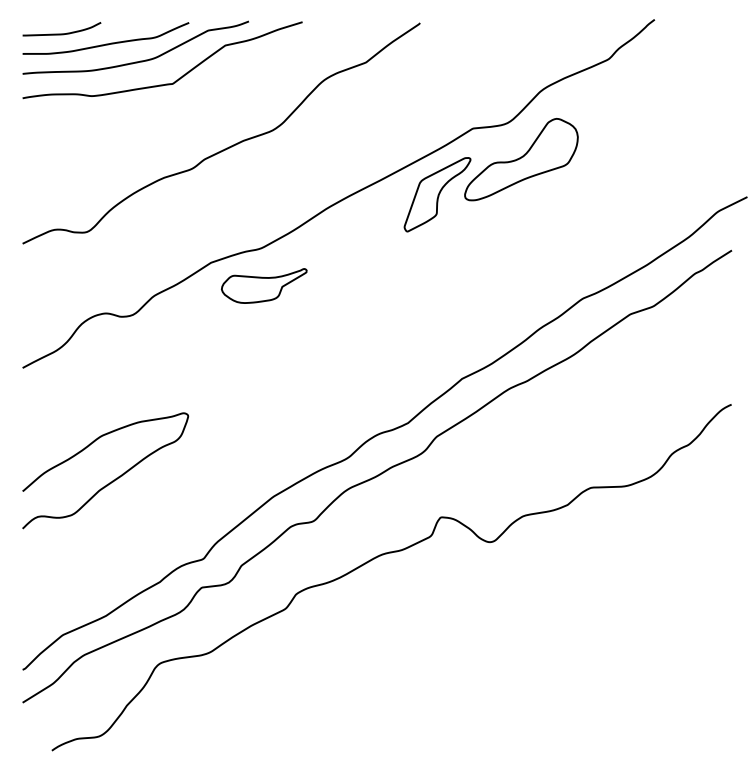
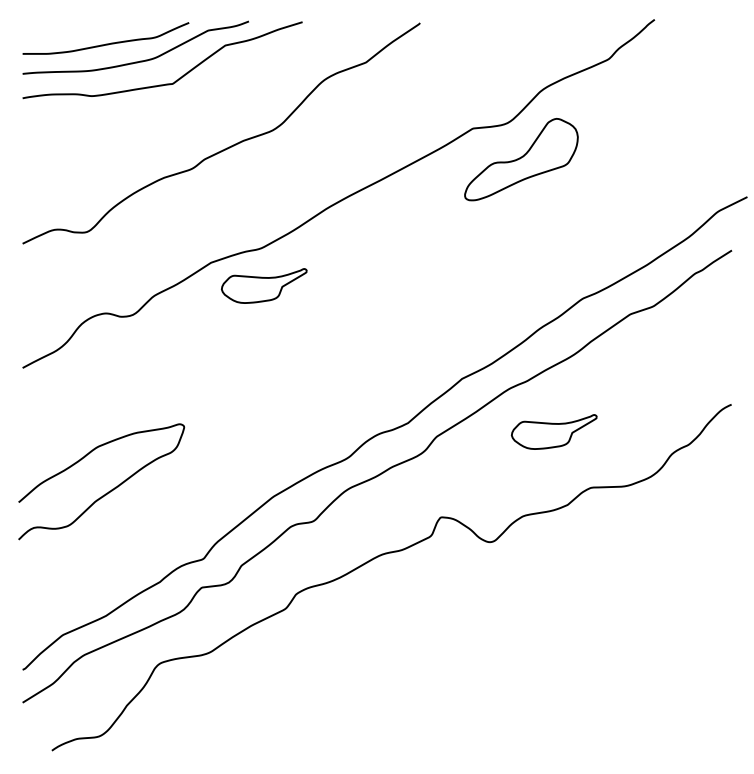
curve at (61, 33): present -> none
part at (437, 194): present -> none
part at (553, 431): none -> present
curve at (112, 480) position: (112, 480) -> (108, 491)
